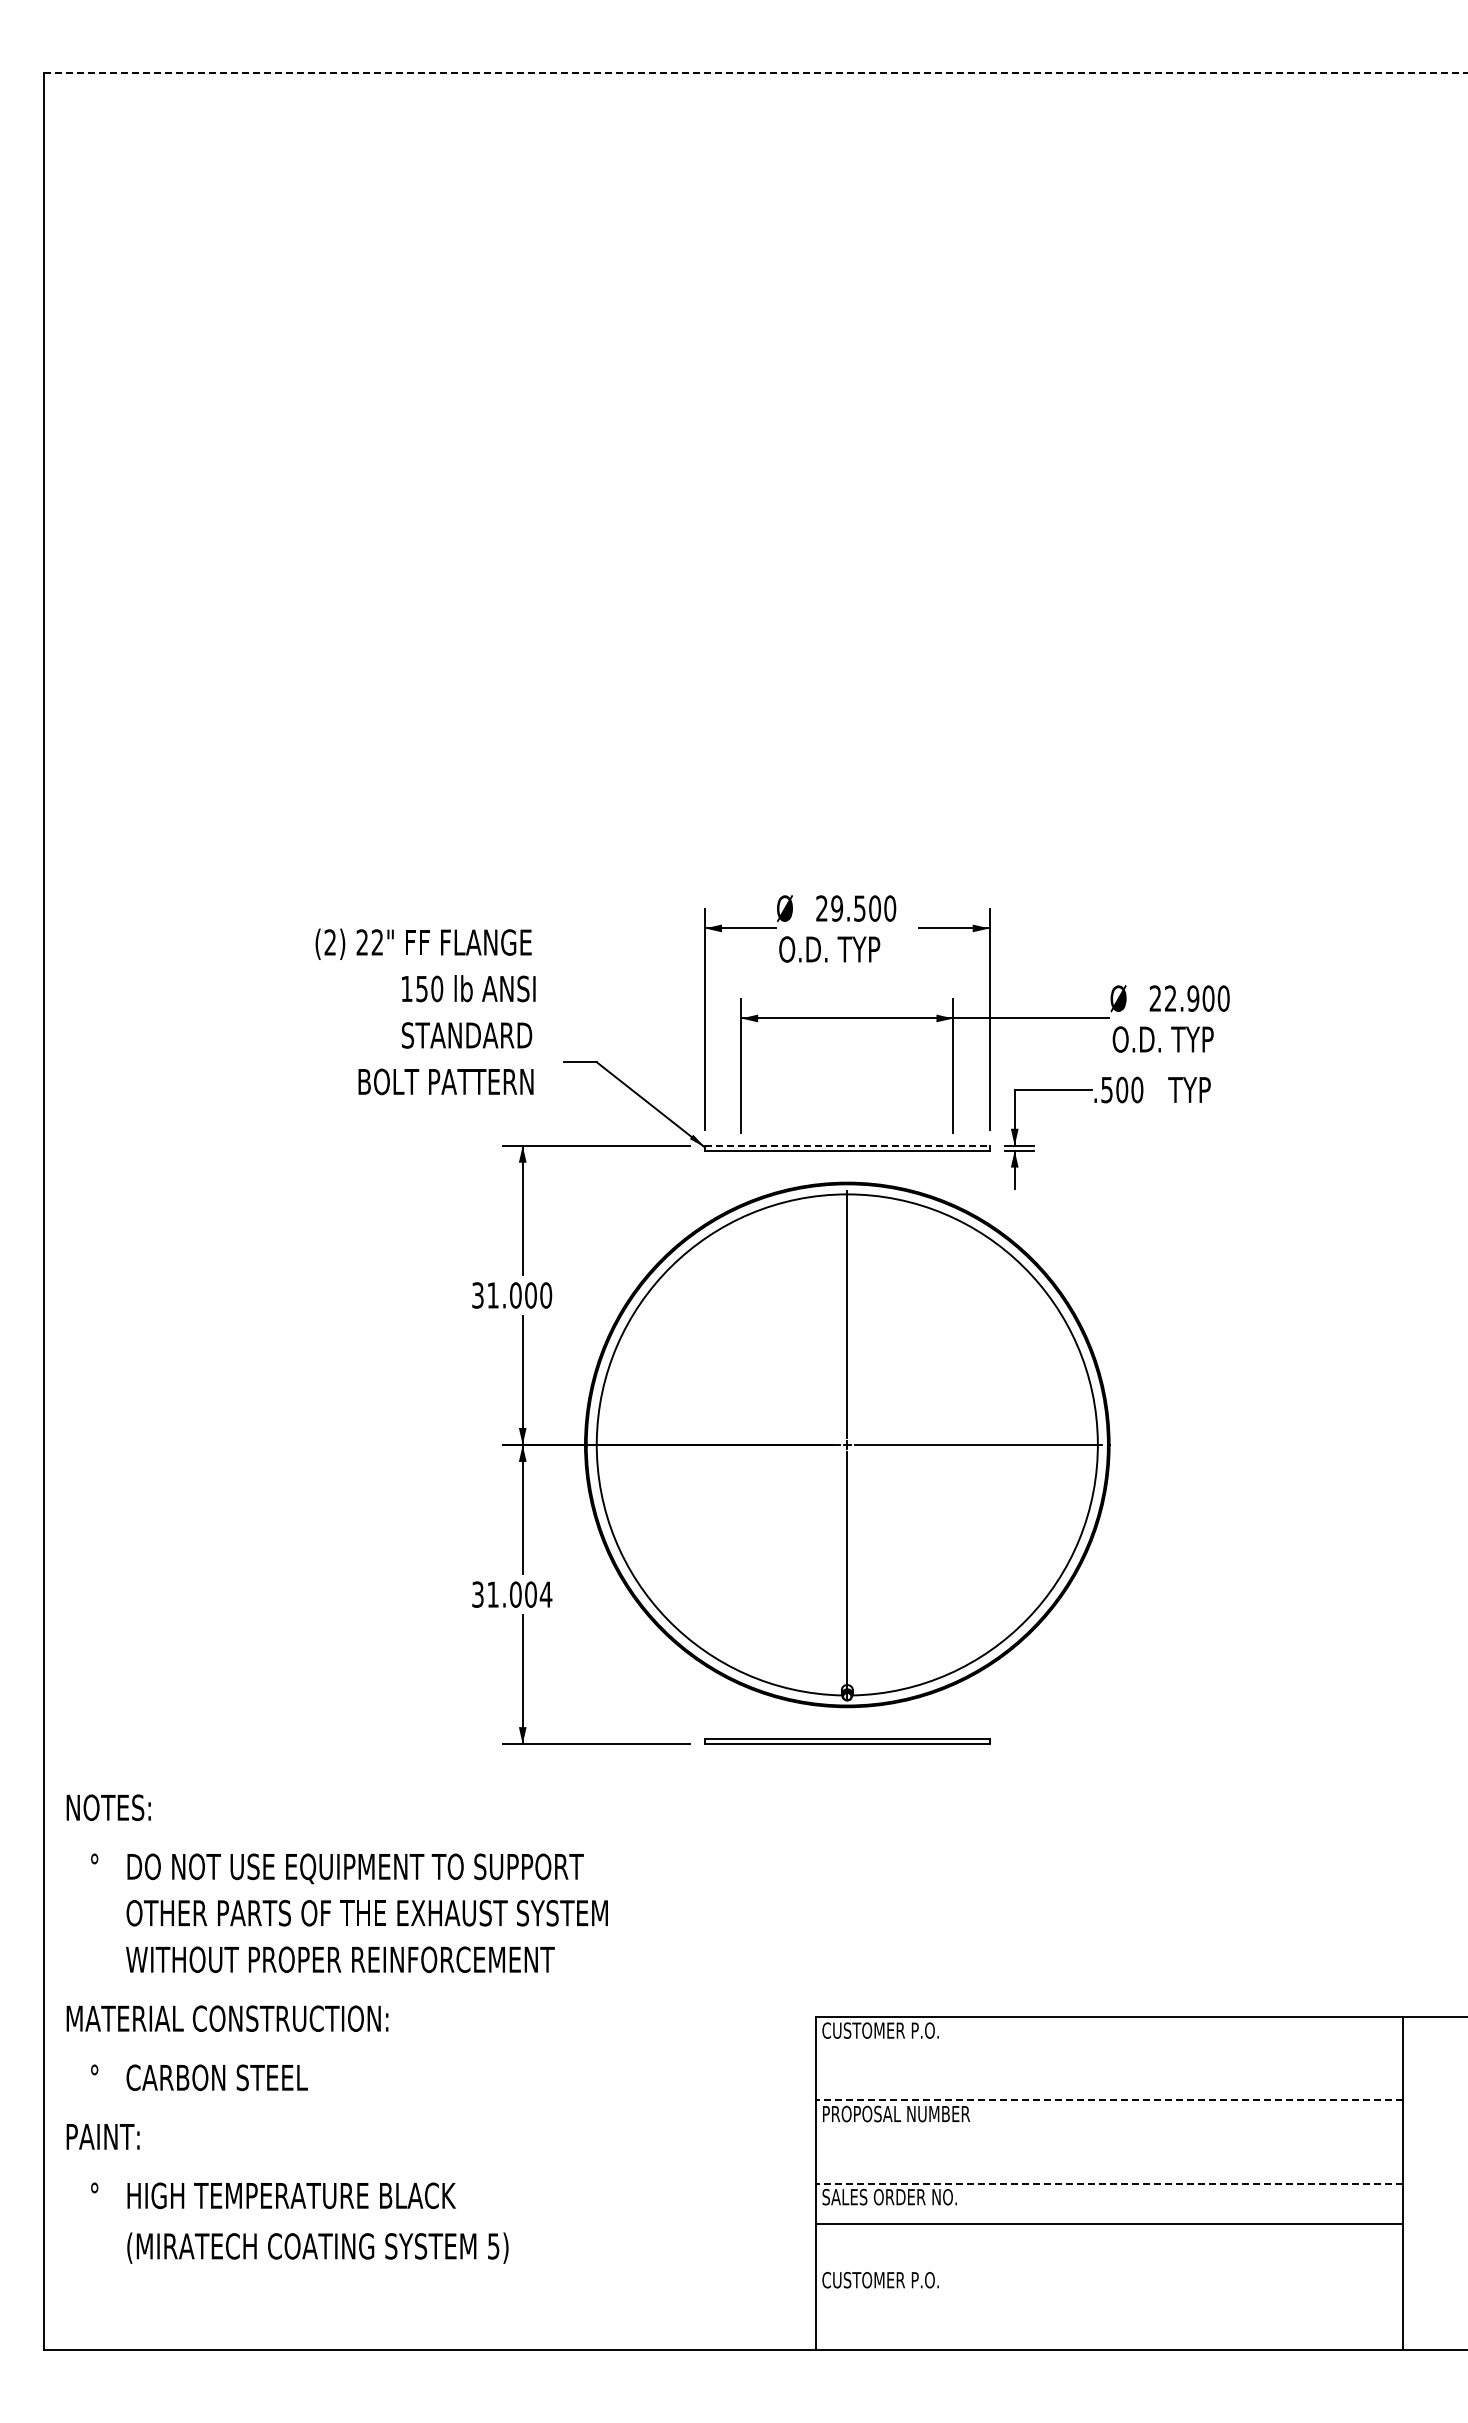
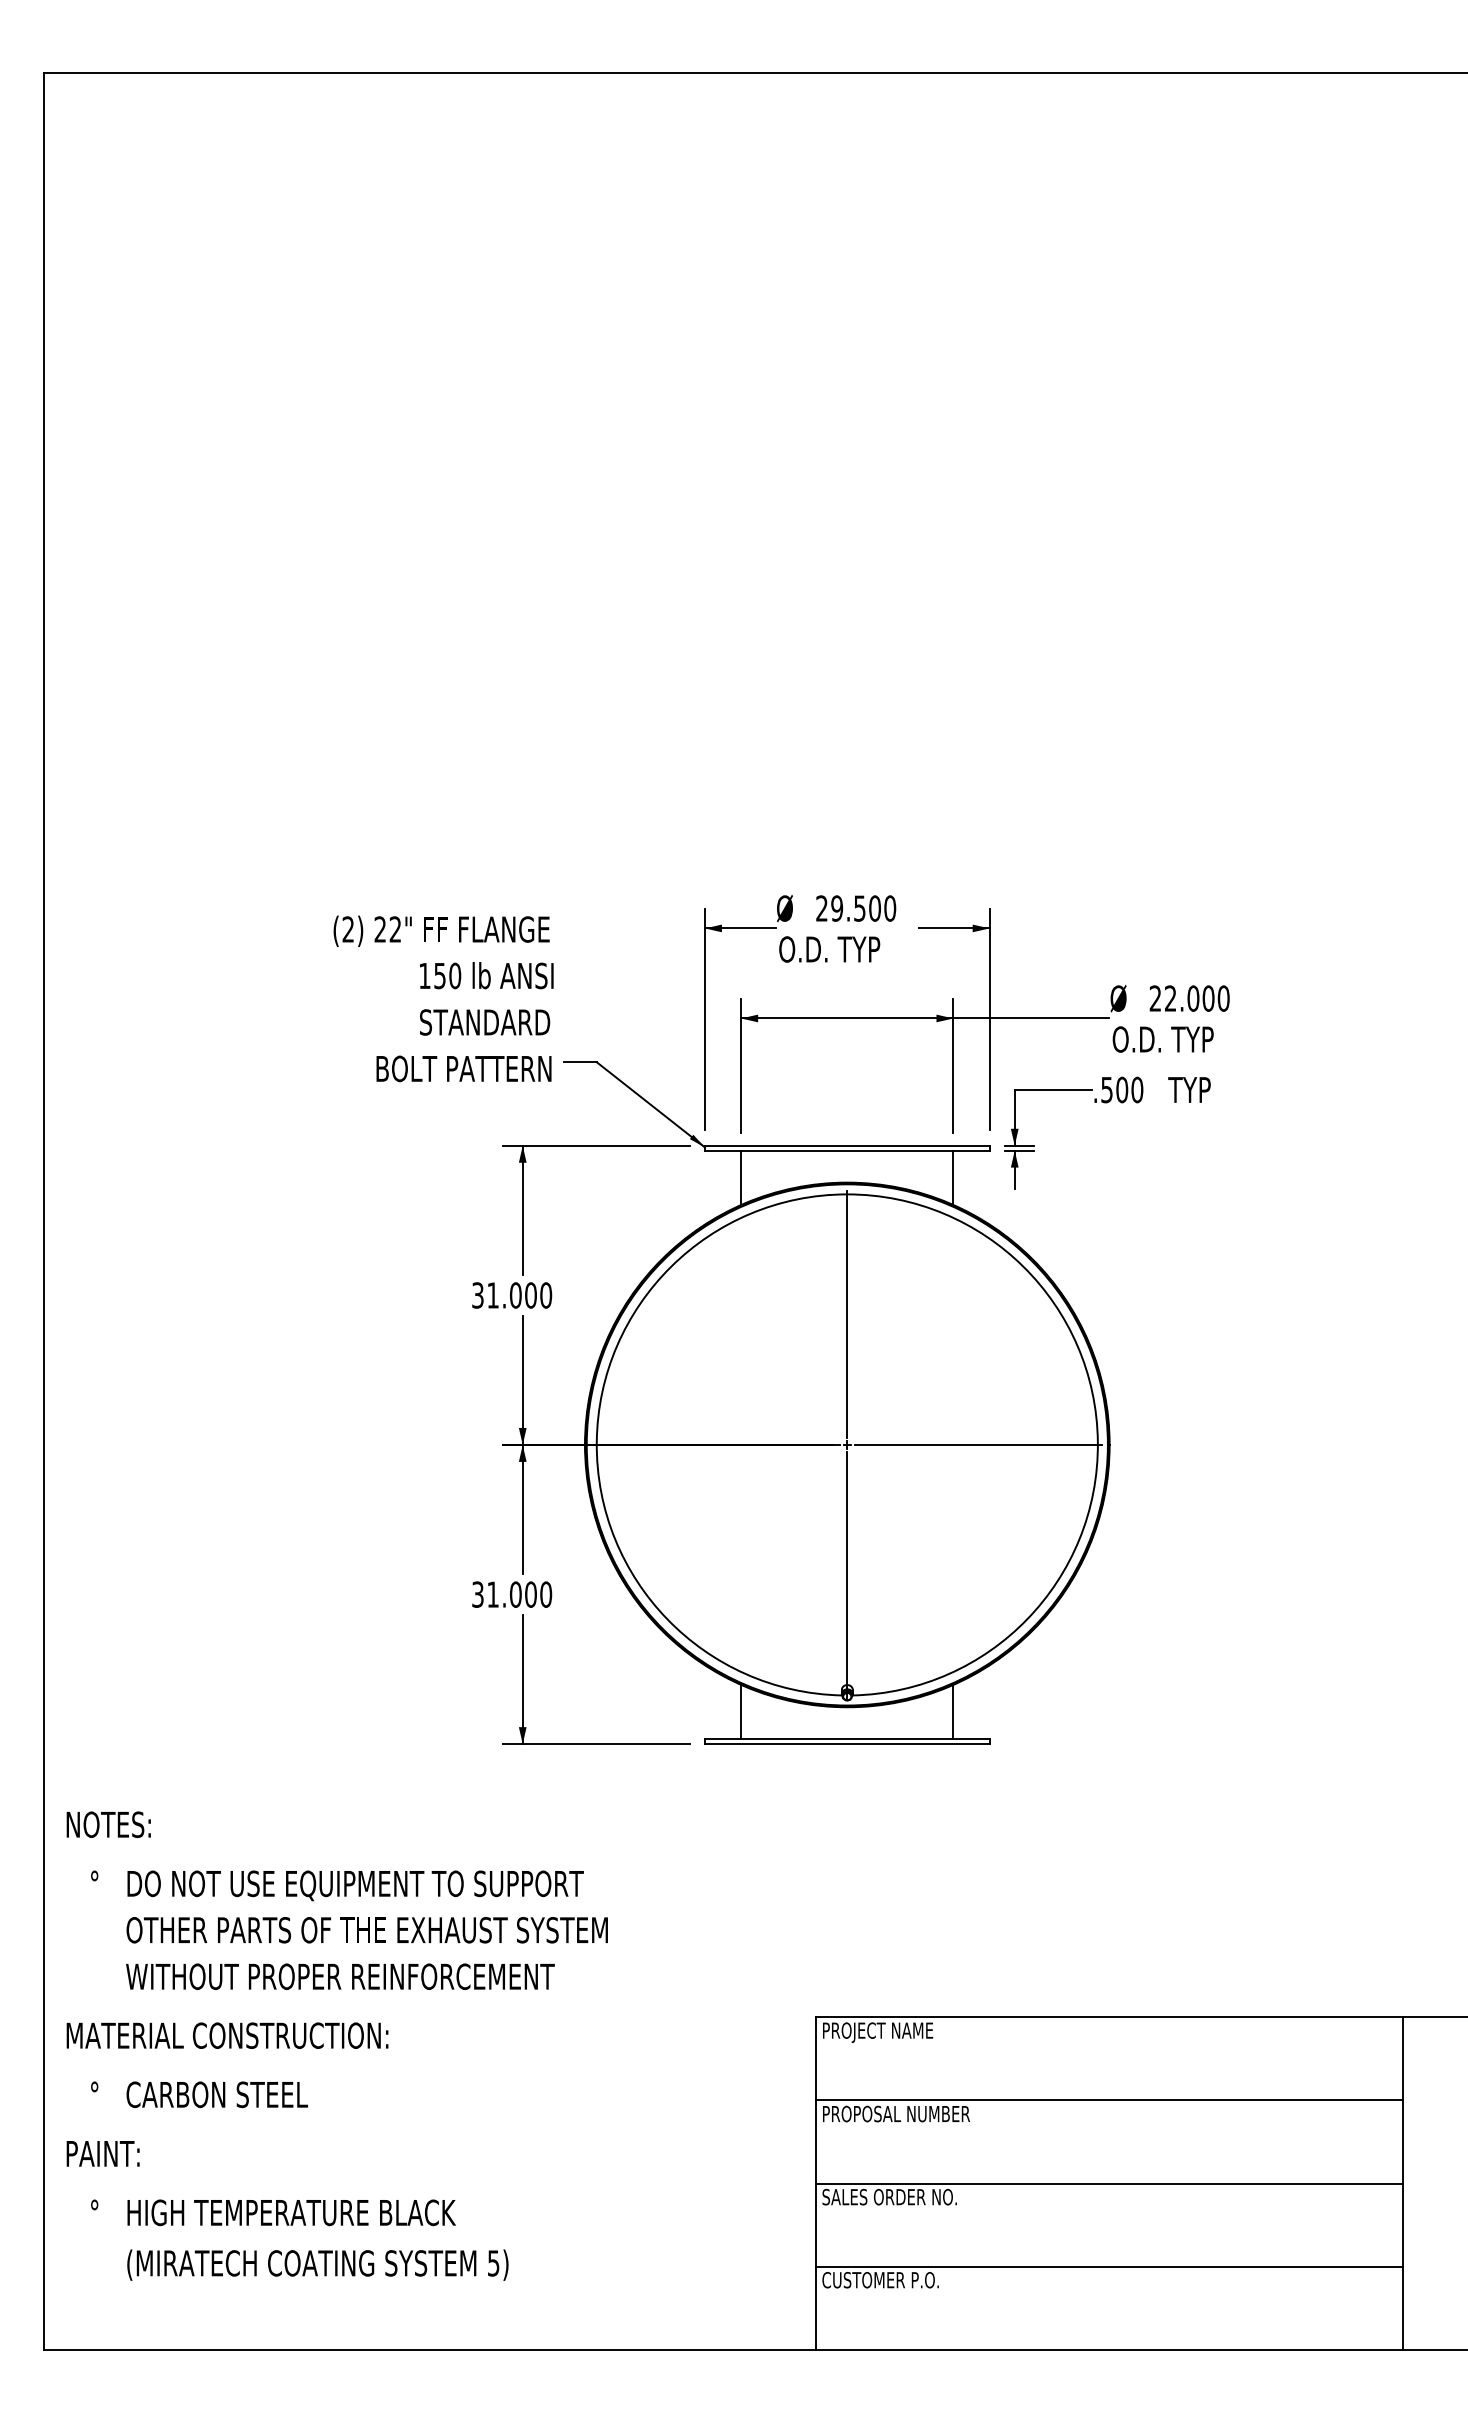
line at (756, 72): dashed -> solid
text at (1193, 998): 22.900 -> 22.000
text at (425, 1011) position: (425, 1011) -> (443, 998)
line at (847, 1145): dashed -> solid
line at (741, 1177): none -> present
line at (953, 1177): none -> present
text at (545, 1594): 31.004 -> 31.000
line at (741, 1711): none -> present
line at (953, 1711): none -> present
text at (336, 2028) position: (336, 2028) -> (336, 2045)
text at (880, 2032): CUSTOMER P.O. -> PROJECT NAME
line at (1109, 2100): dashed -> solid
line at (1109, 2183): dashed -> solid
line at (1109, 2223) position: (1109, 2223) -> (1109, 2266)
